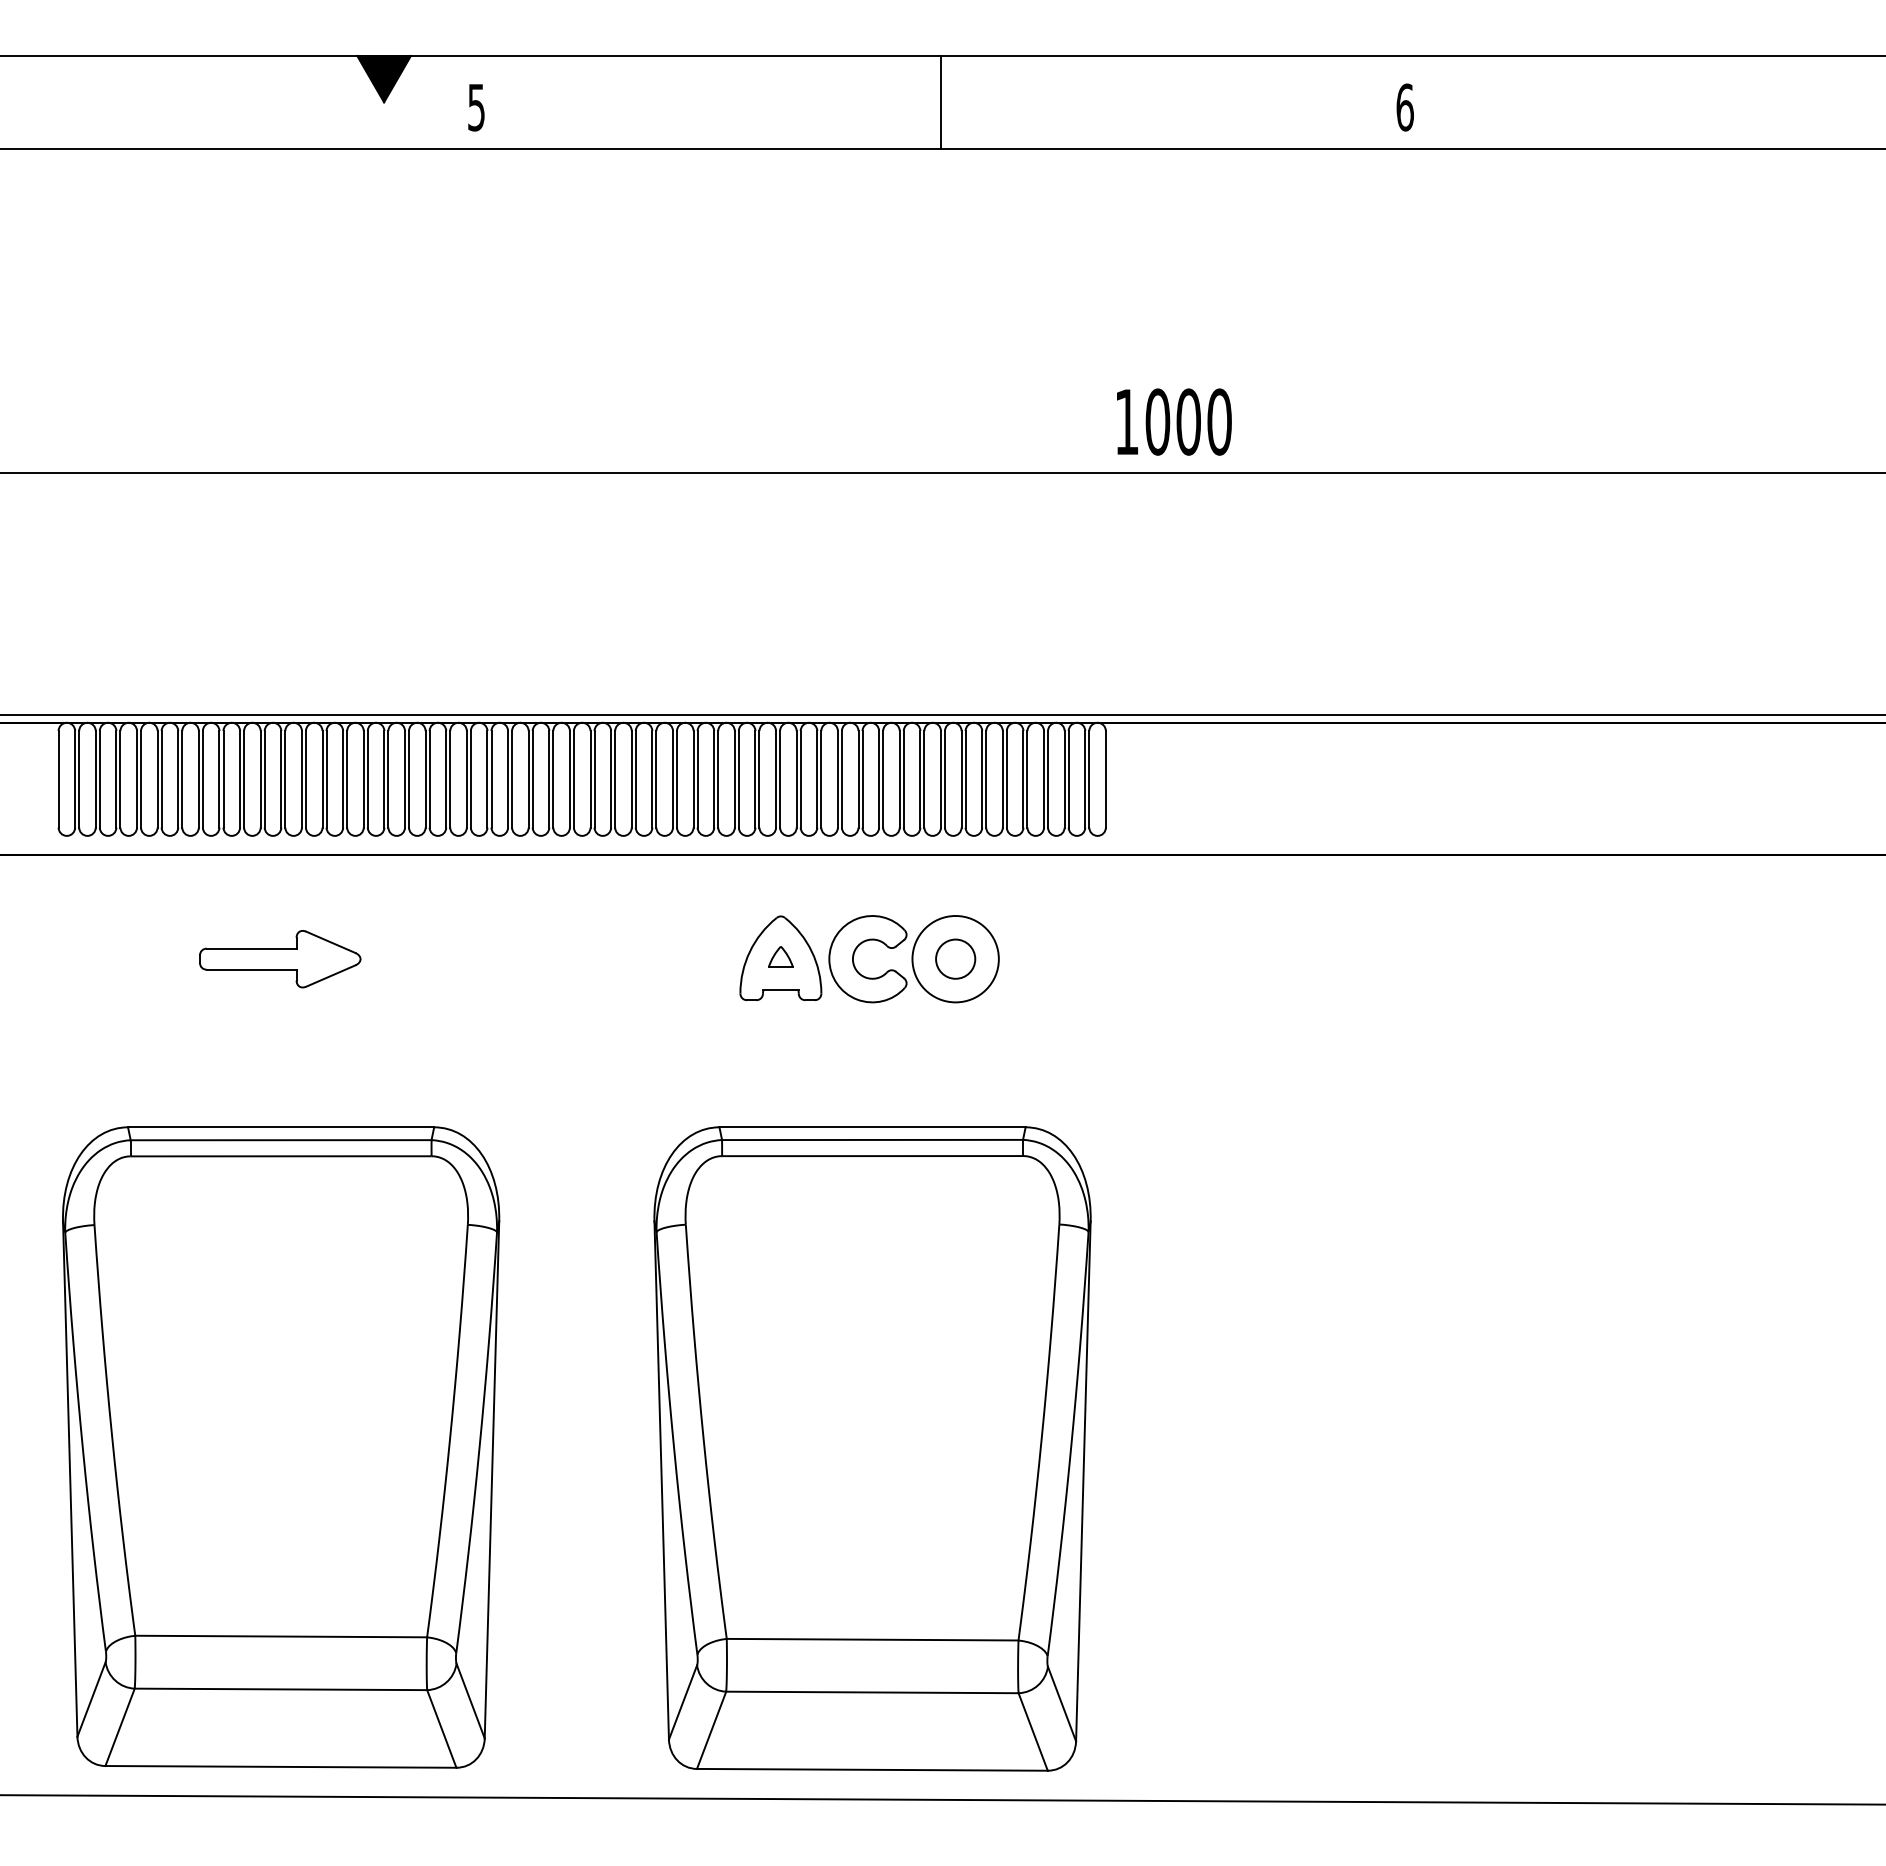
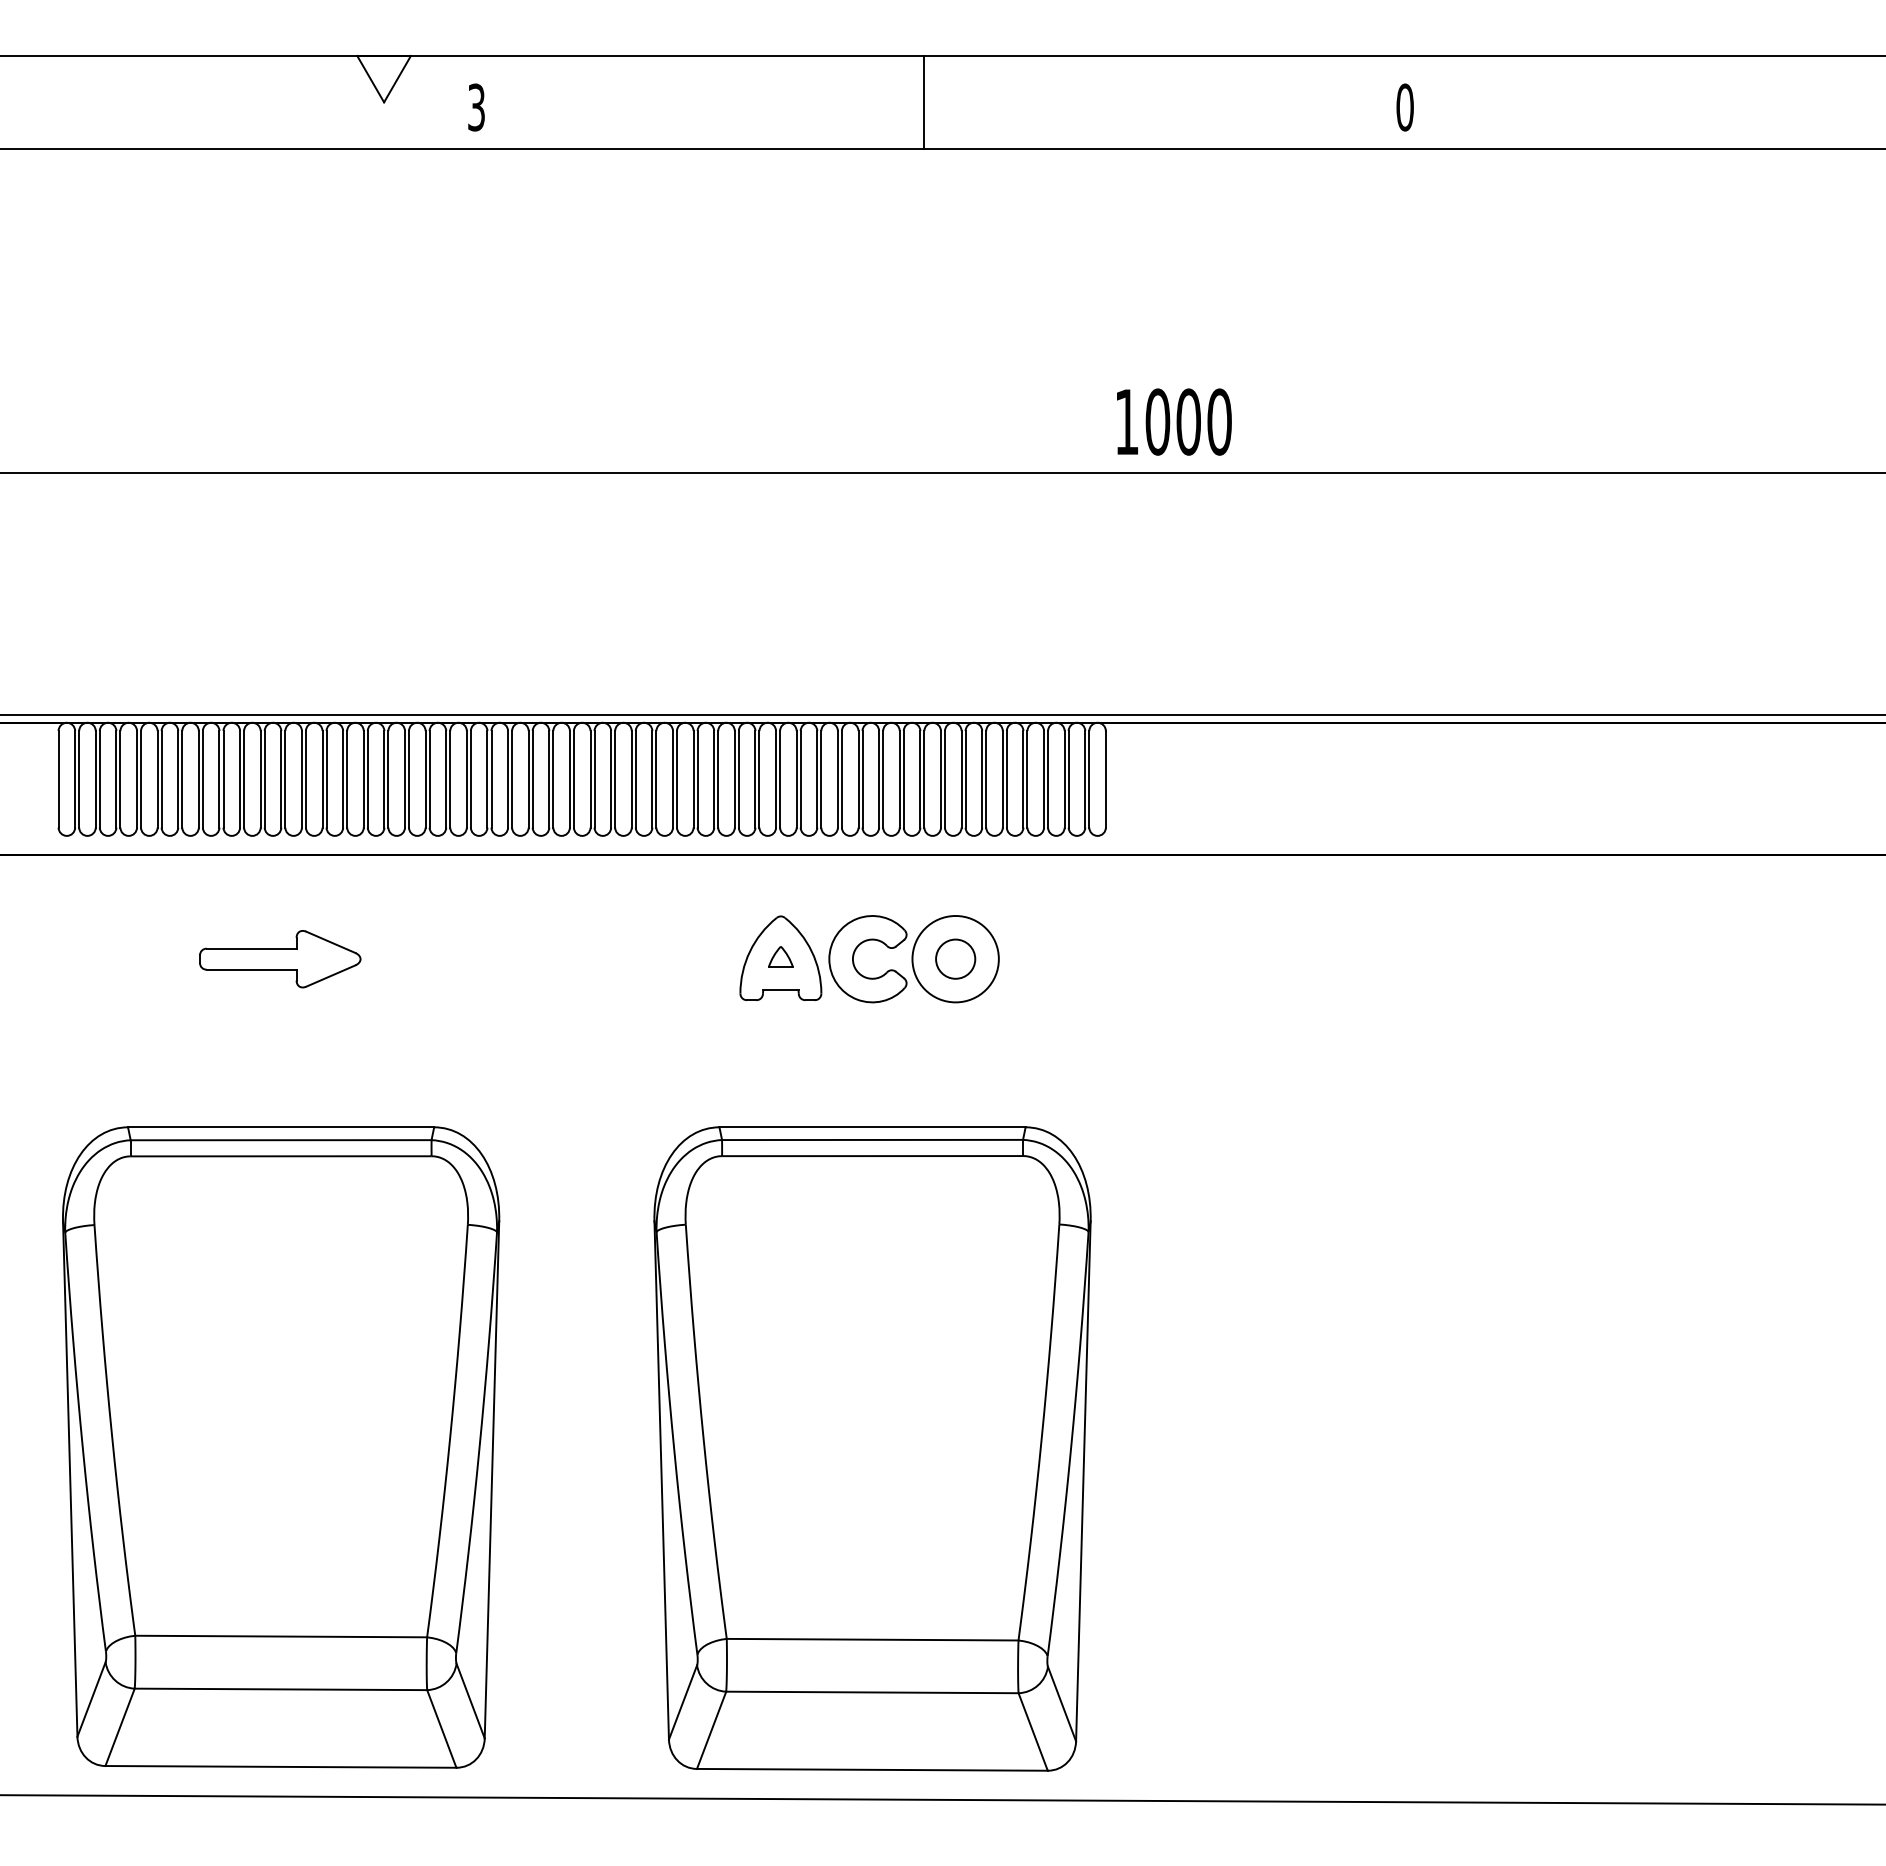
fill at (383, 78): present -> none
line at (941, 101) position: (941, 101) -> (924, 101)
text at (476, 106): 5 -> 3
text at (1404, 107): 6 -> 0
